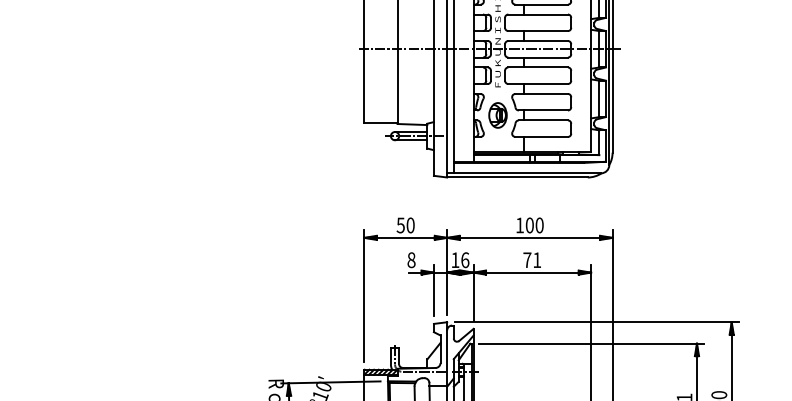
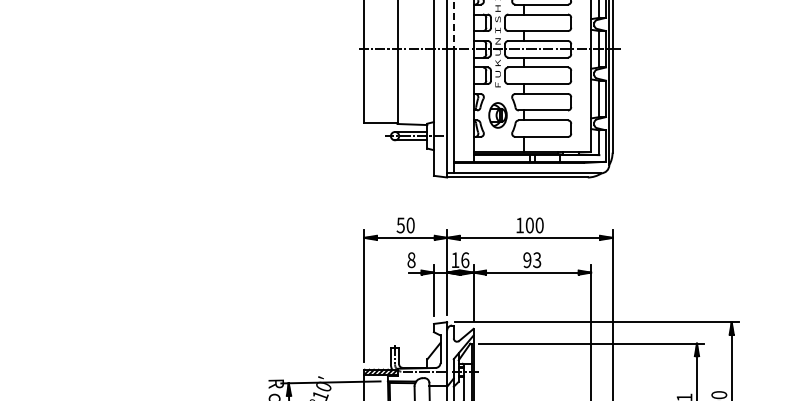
line at (453, 25): solid -> dashed
text at (532, 260): 71 -> 93
